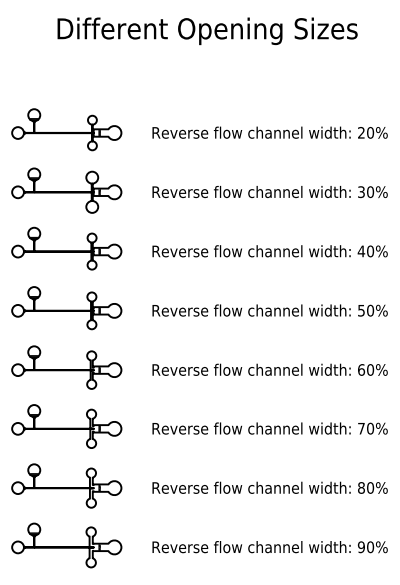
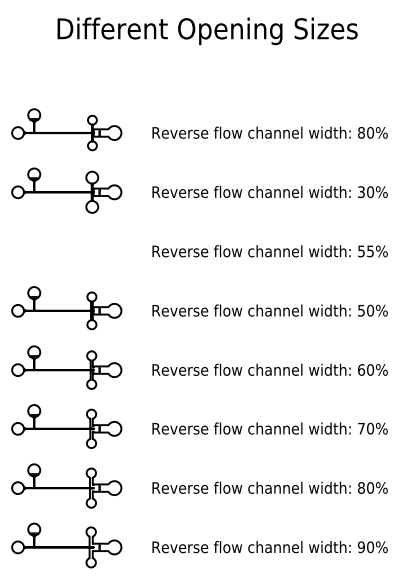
text at (361, 132): 20%%% -> 80%%%
part at (66, 248): present -> none
text at (365, 251): 40%%% -> 55%%%
